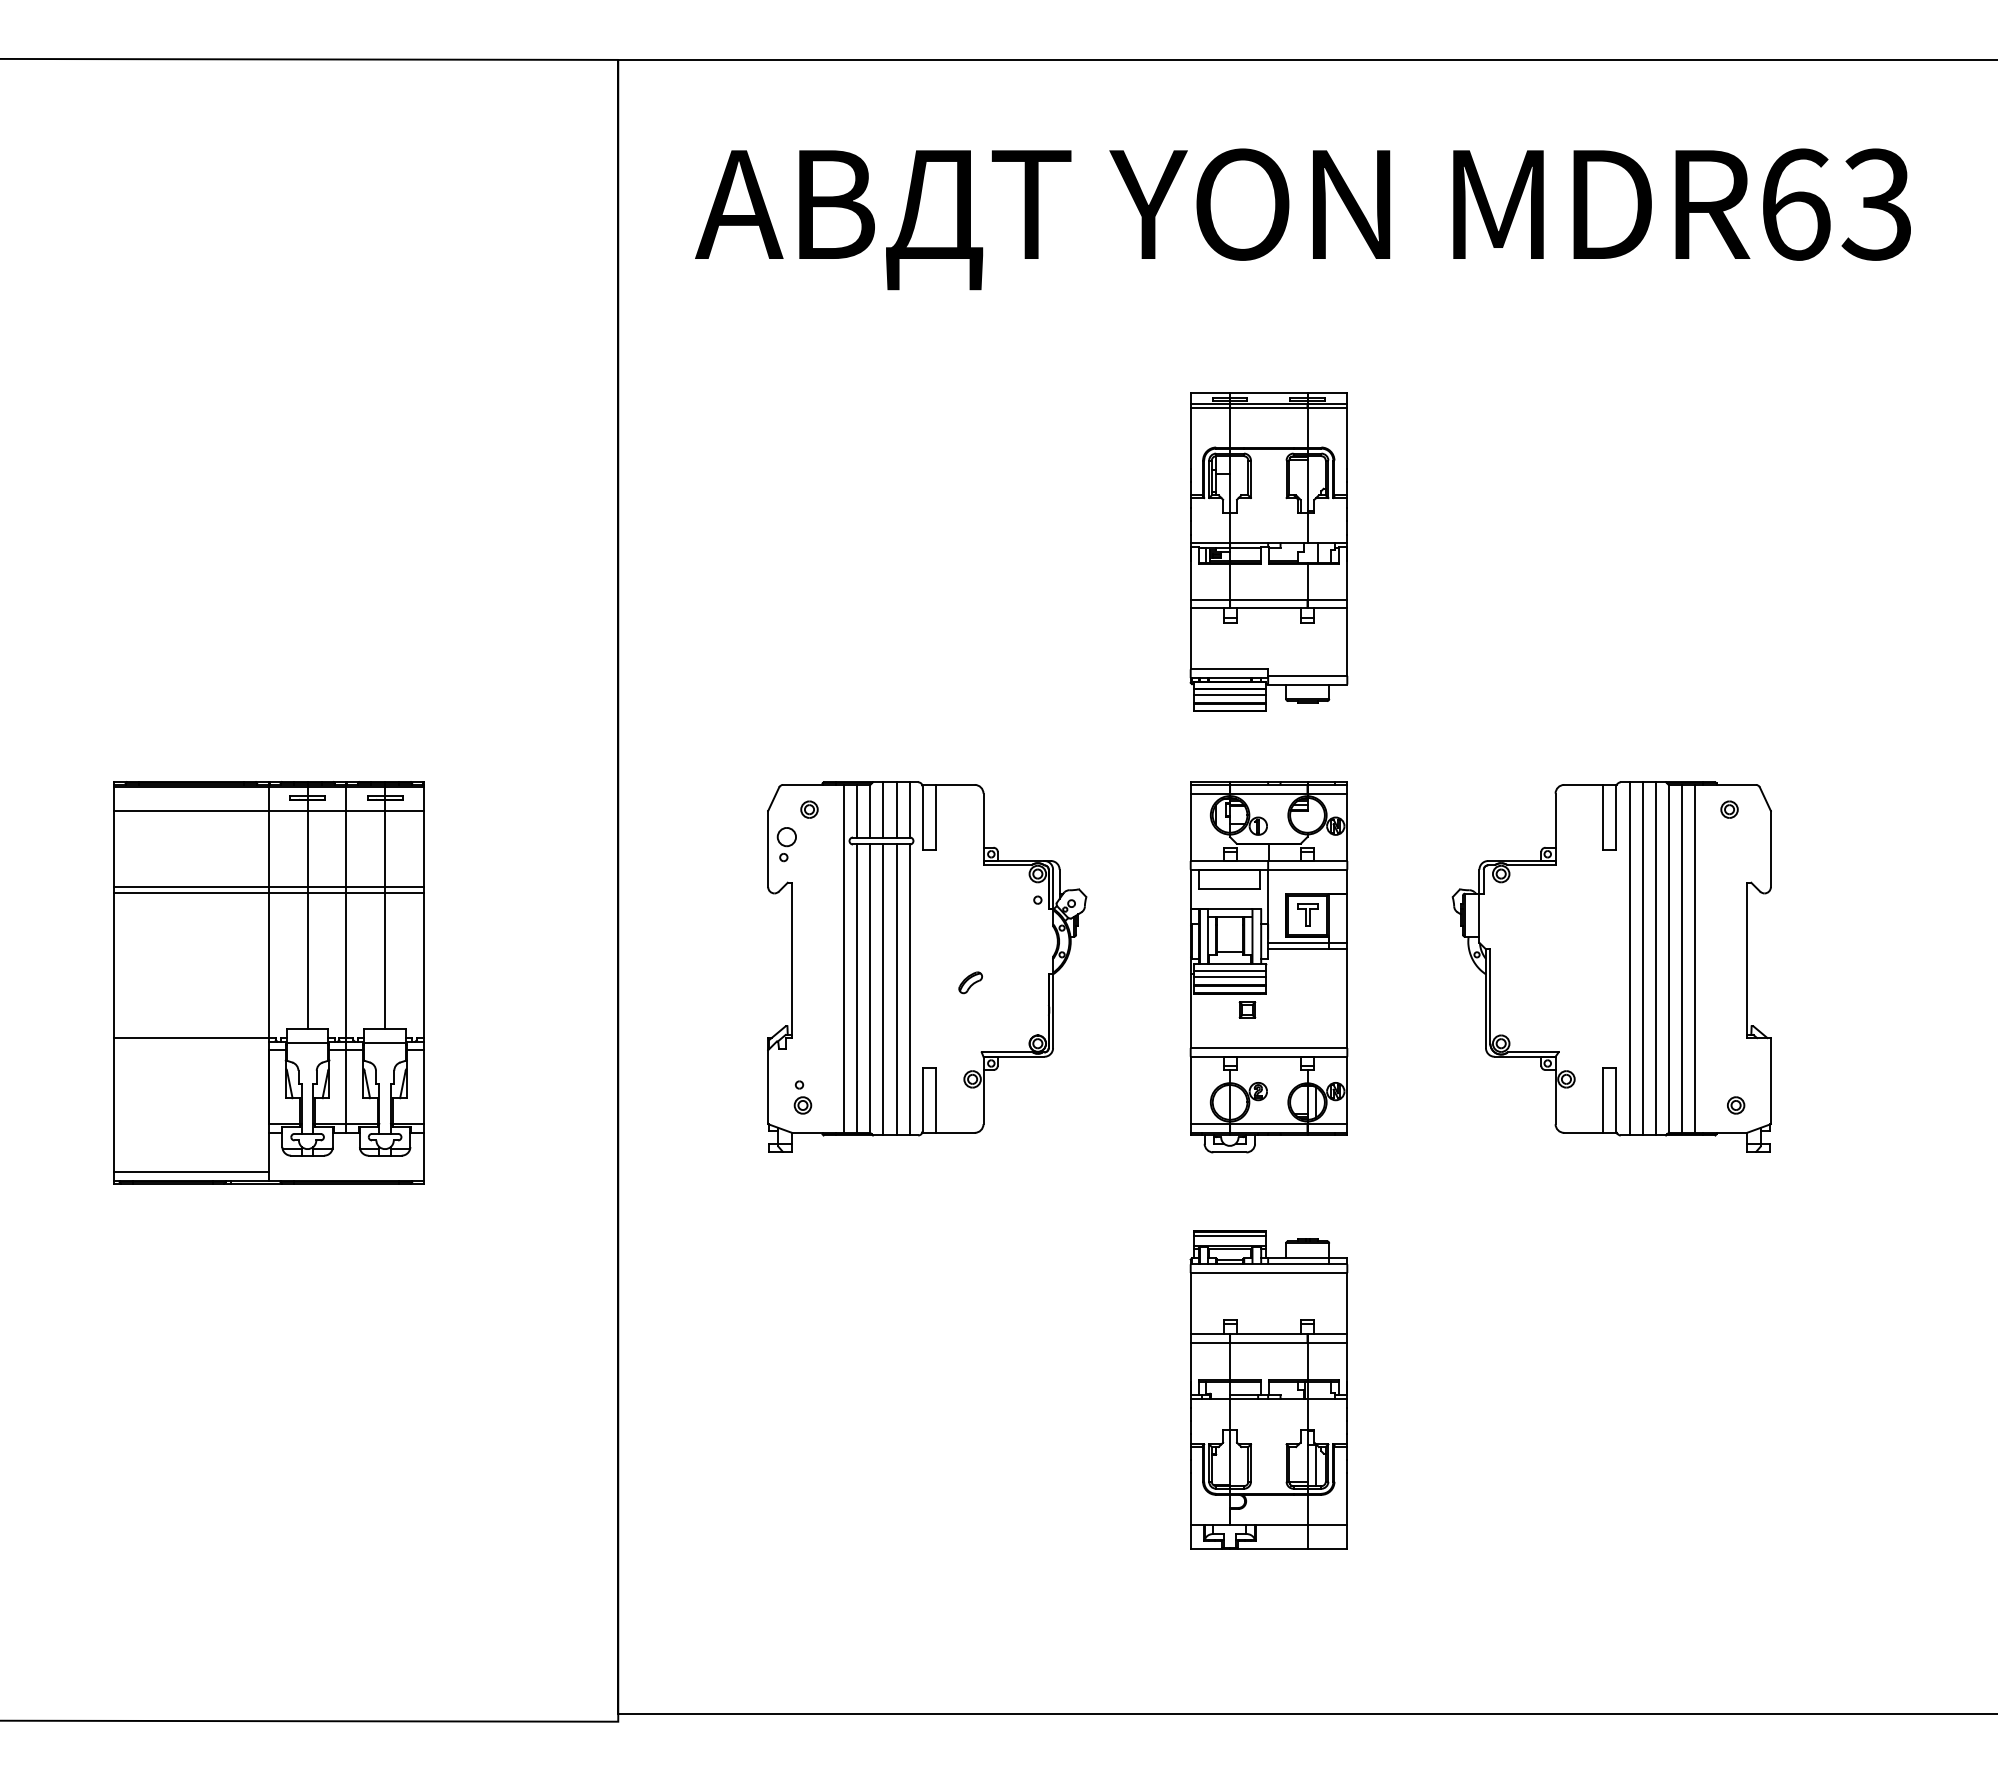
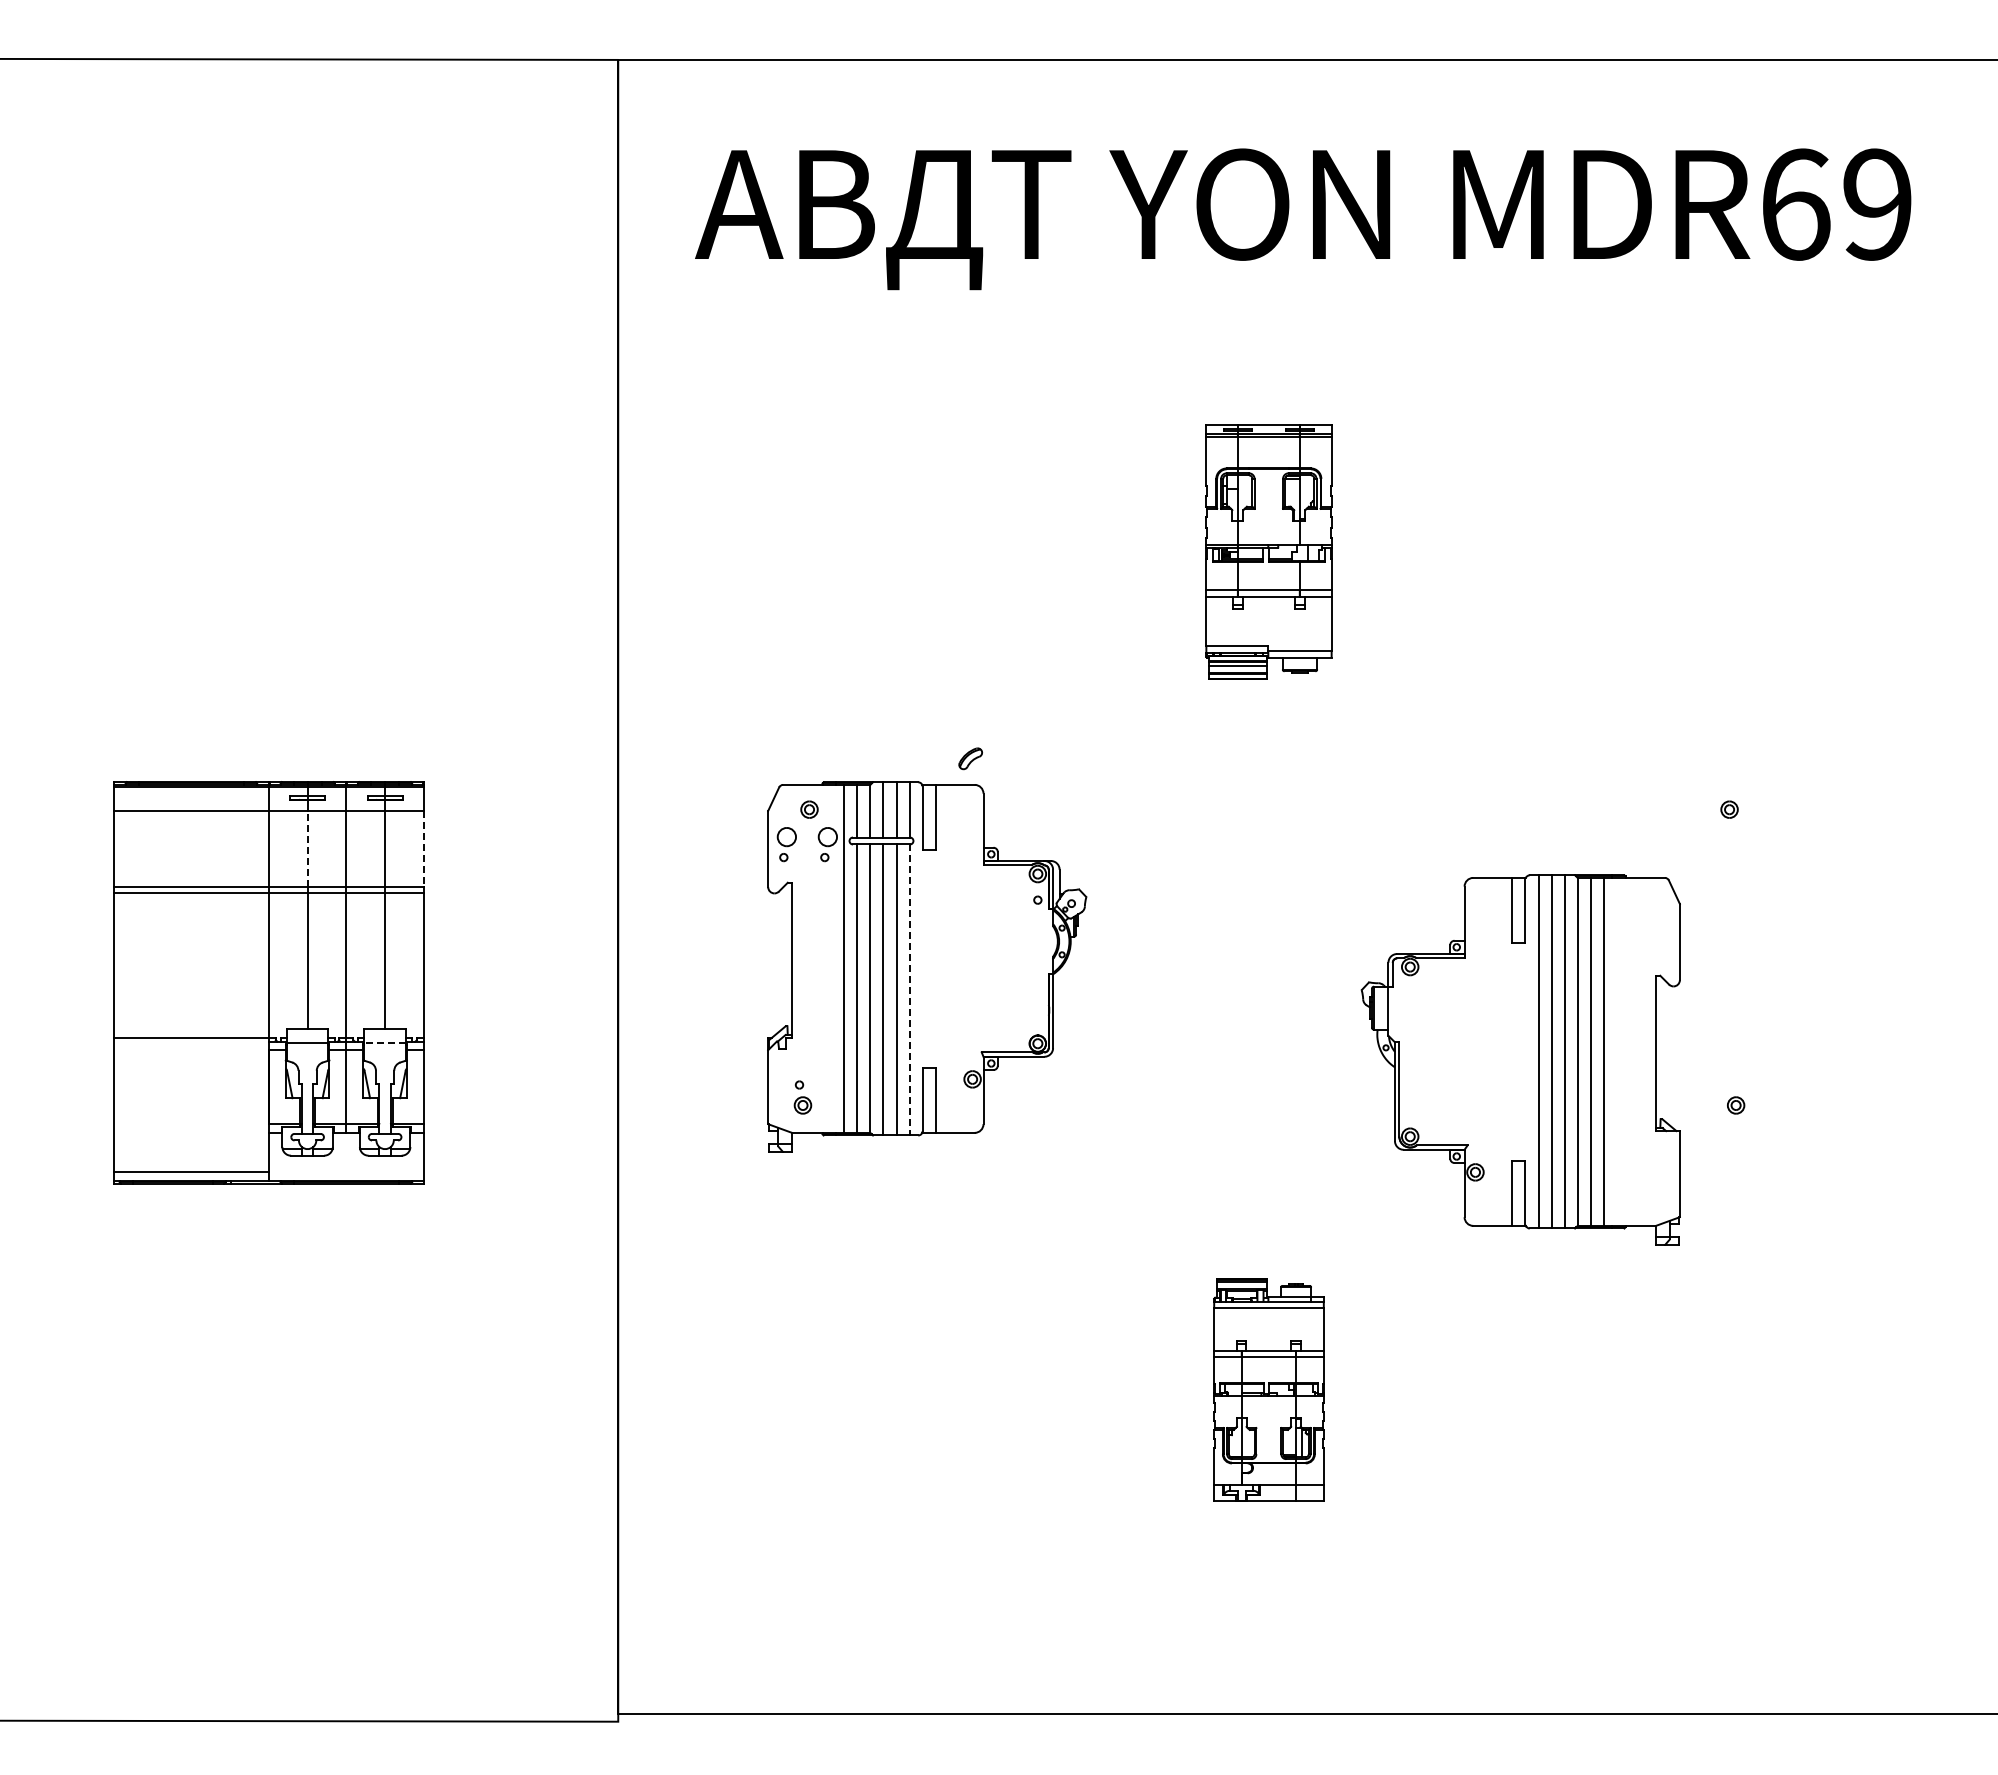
text at (1876, 204): MDR63 -> MDR69
part at (1268, 551) size: 160x320 px -> 128x256 px
part at (827, 844): none -> present
line at (307, 848): solid -> dashed
line at (423, 849): solid -> dashed
part at (1611, 966) position: (1611, 966) -> (1520, 1059)
part at (1268, 967): present -> none
part at (970, 982) position: (970, 982) -> (970, 758)
line at (909, 990): solid -> dashed
line at (385, 1043): solid -> dashed
part at (1268, 1389) size: 160x320 px -> 112x224 px
